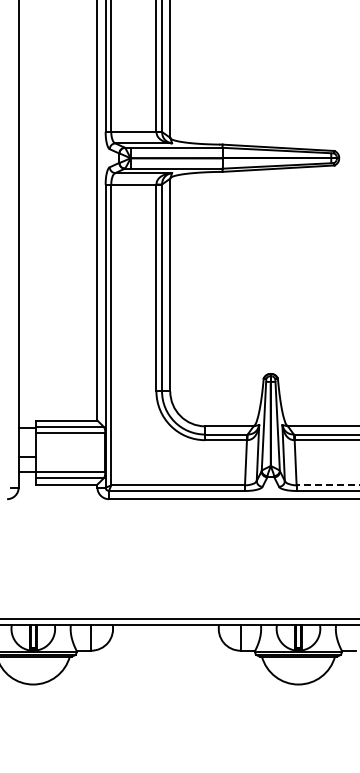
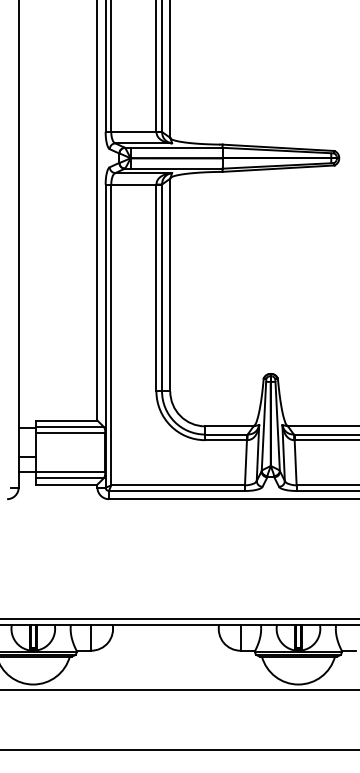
line at (327, 485): dashed -> solid
line at (179, 690): none -> present
line at (179, 749): none -> present
